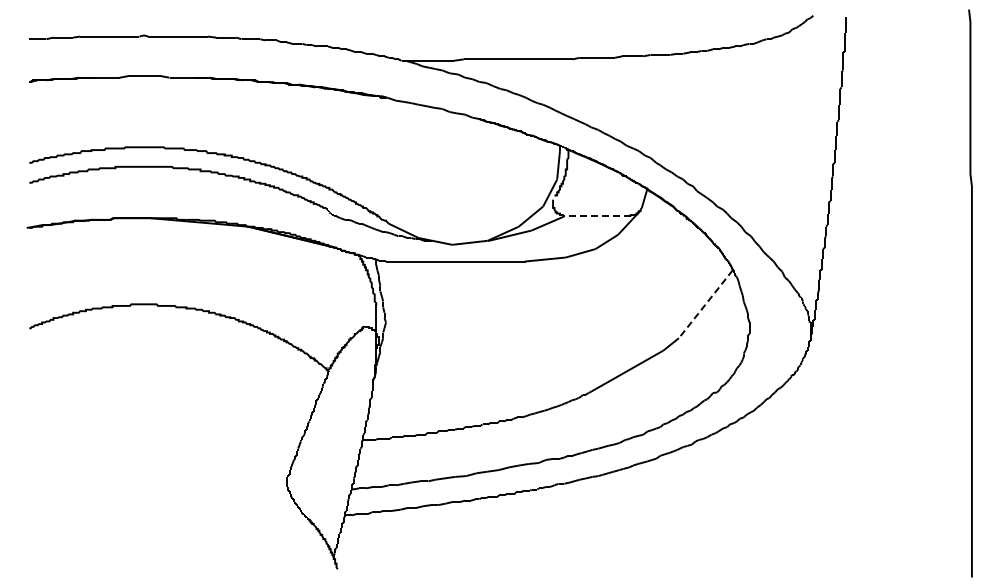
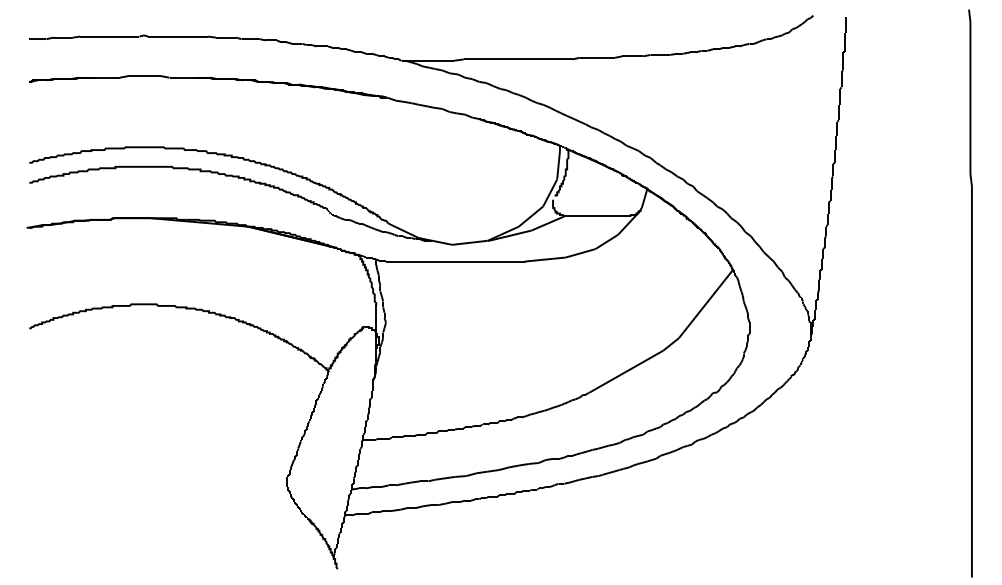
line at (597, 216): dashed -> solid
line at (705, 304): dashed -> solid
